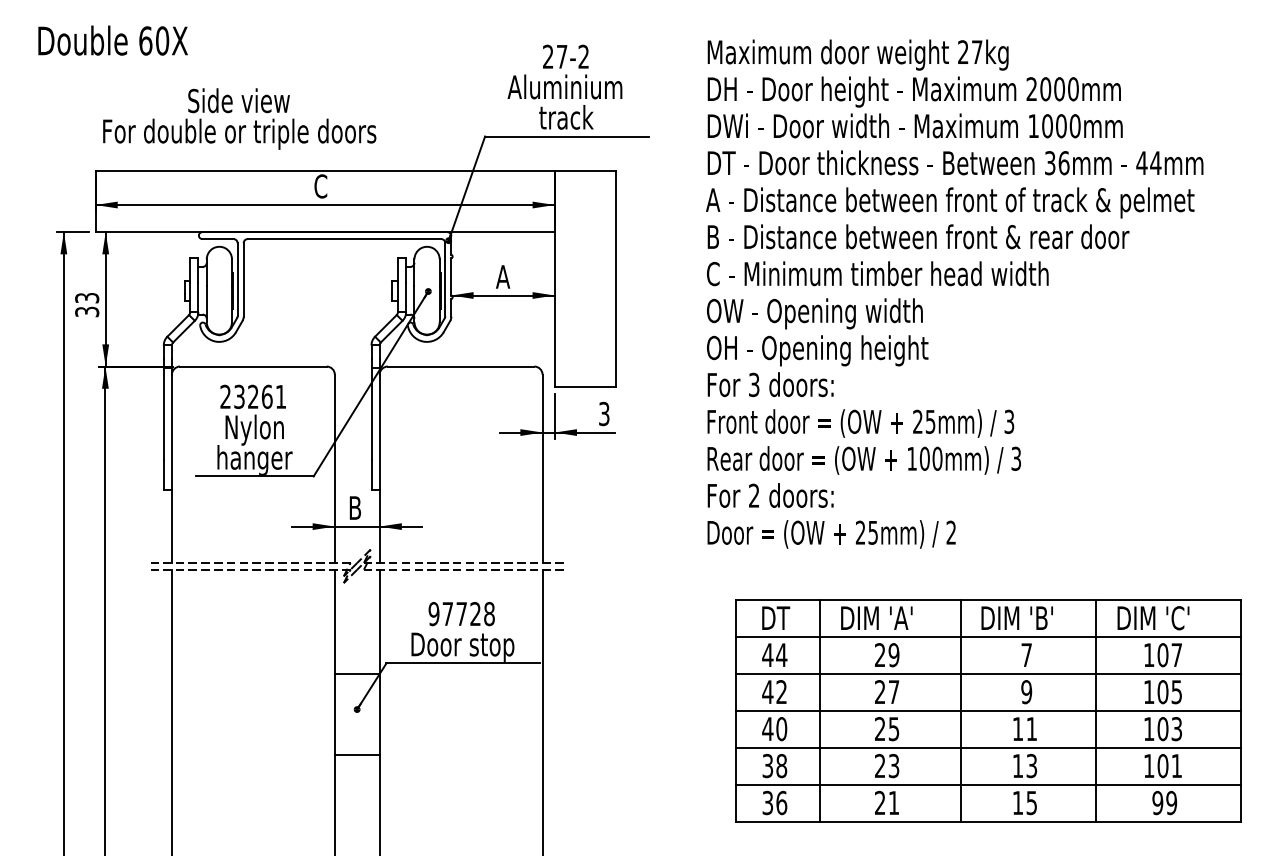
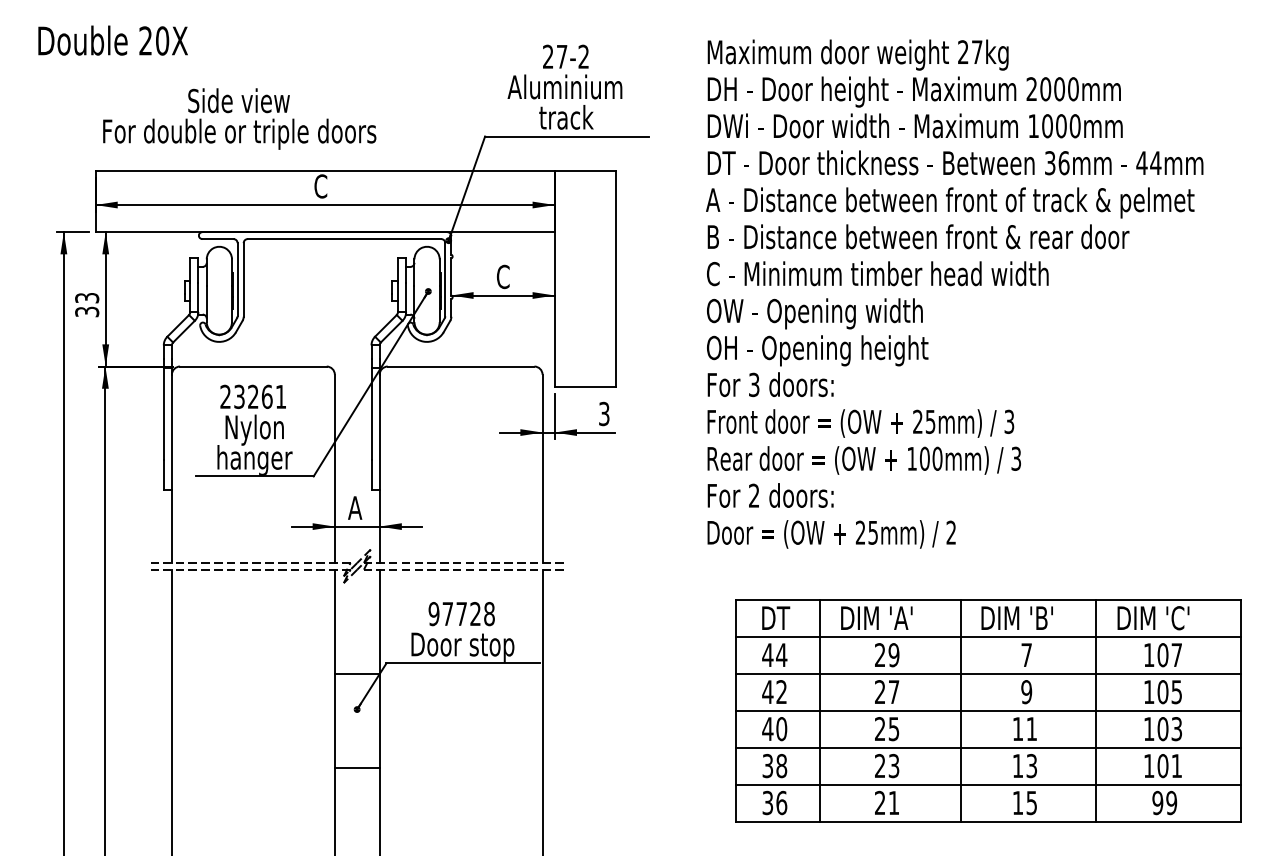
text at (145, 40): 60X -> 20X
text at (503, 276): A -> C
text at (355, 507): B -> A
line at (356, 755) position: (356, 755) -> (356, 768)
